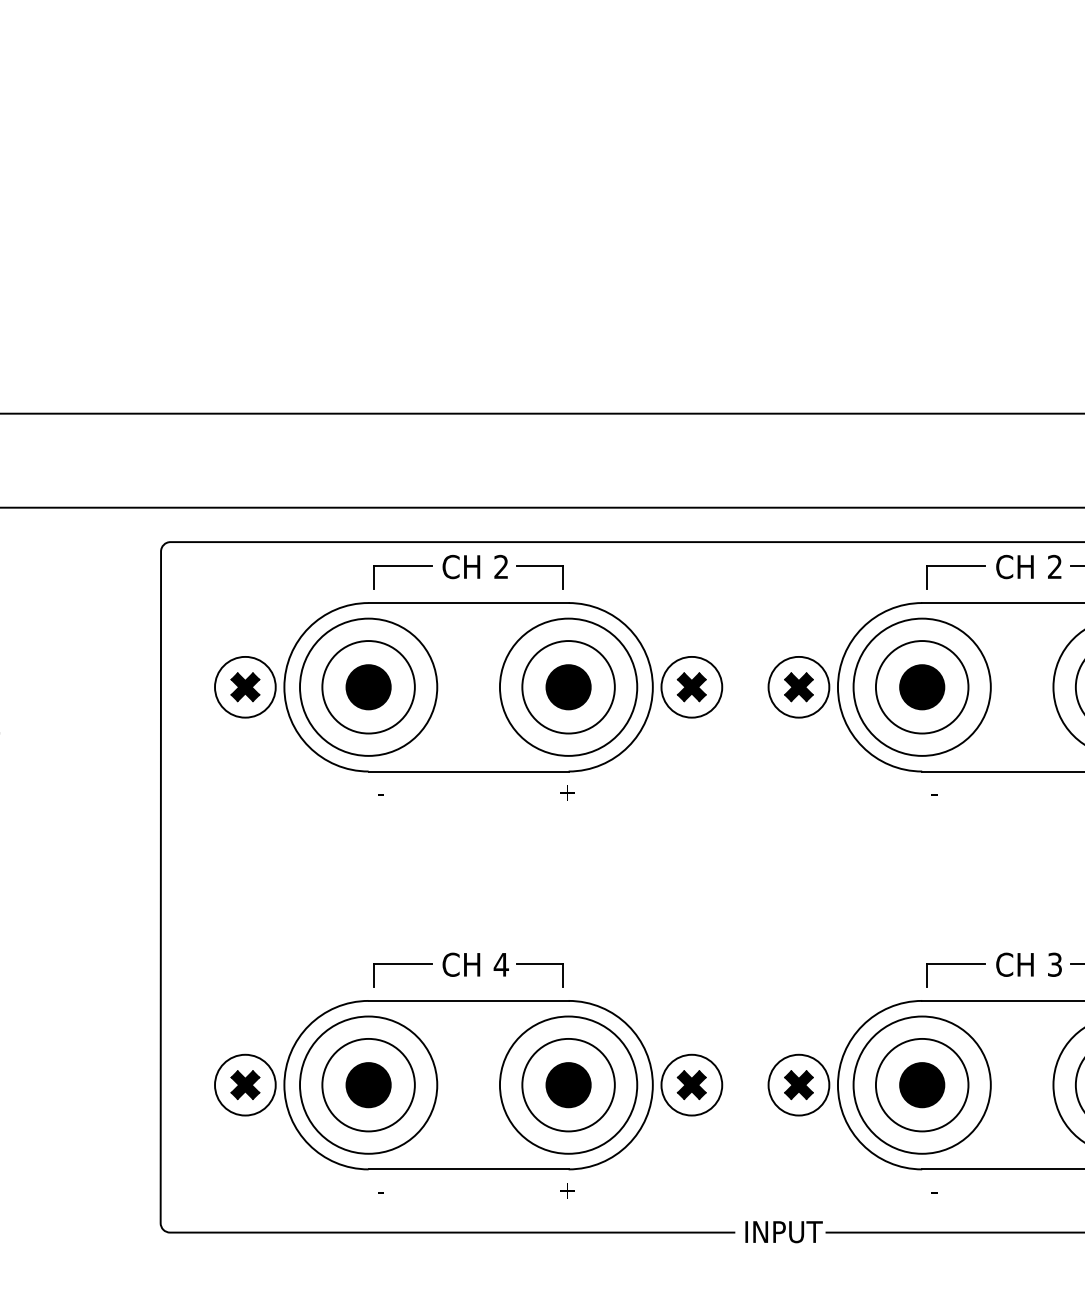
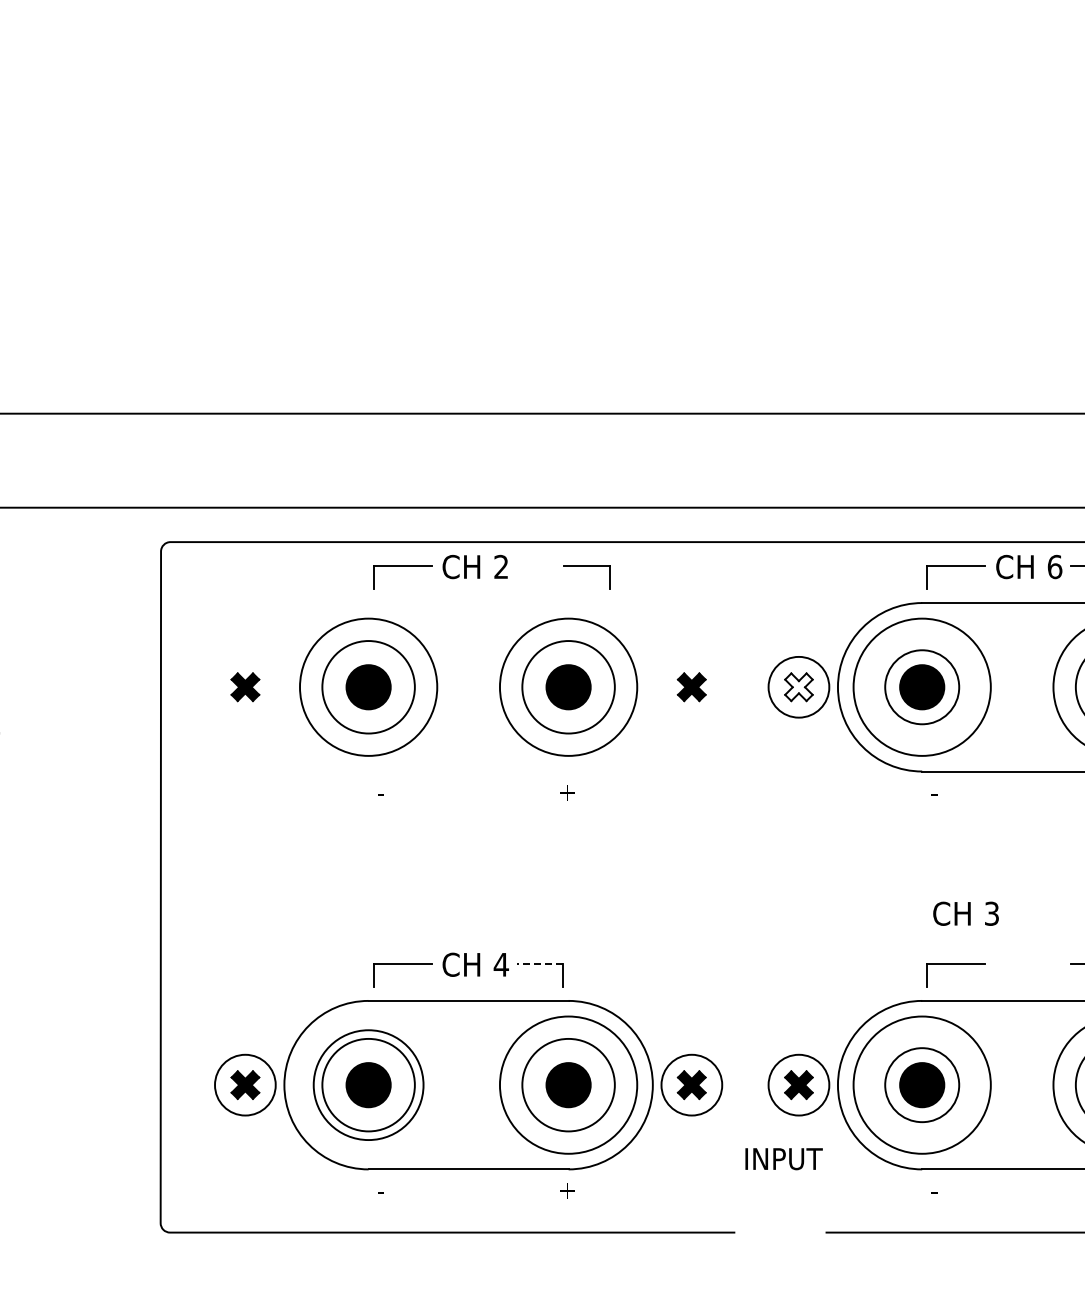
part at (539, 566) position: (539, 566) -> (586, 566)
text at (1054, 566): 2 -> 6
part at (468, 687): present -> none
fill at (798, 687): present -> none
circle at (921, 687) diameter: 93 px -> 74 px
line at (540, 964): solid -> dashed
text at (1028, 964) position: (1028, 964) -> (965, 913)
circle at (368, 1084) diameter: 137 px -> 110 px
circle at (921, 1084) diameter: 93 px -> 74 px
text at (783, 1232) position: (783, 1232) -> (783, 1159)
